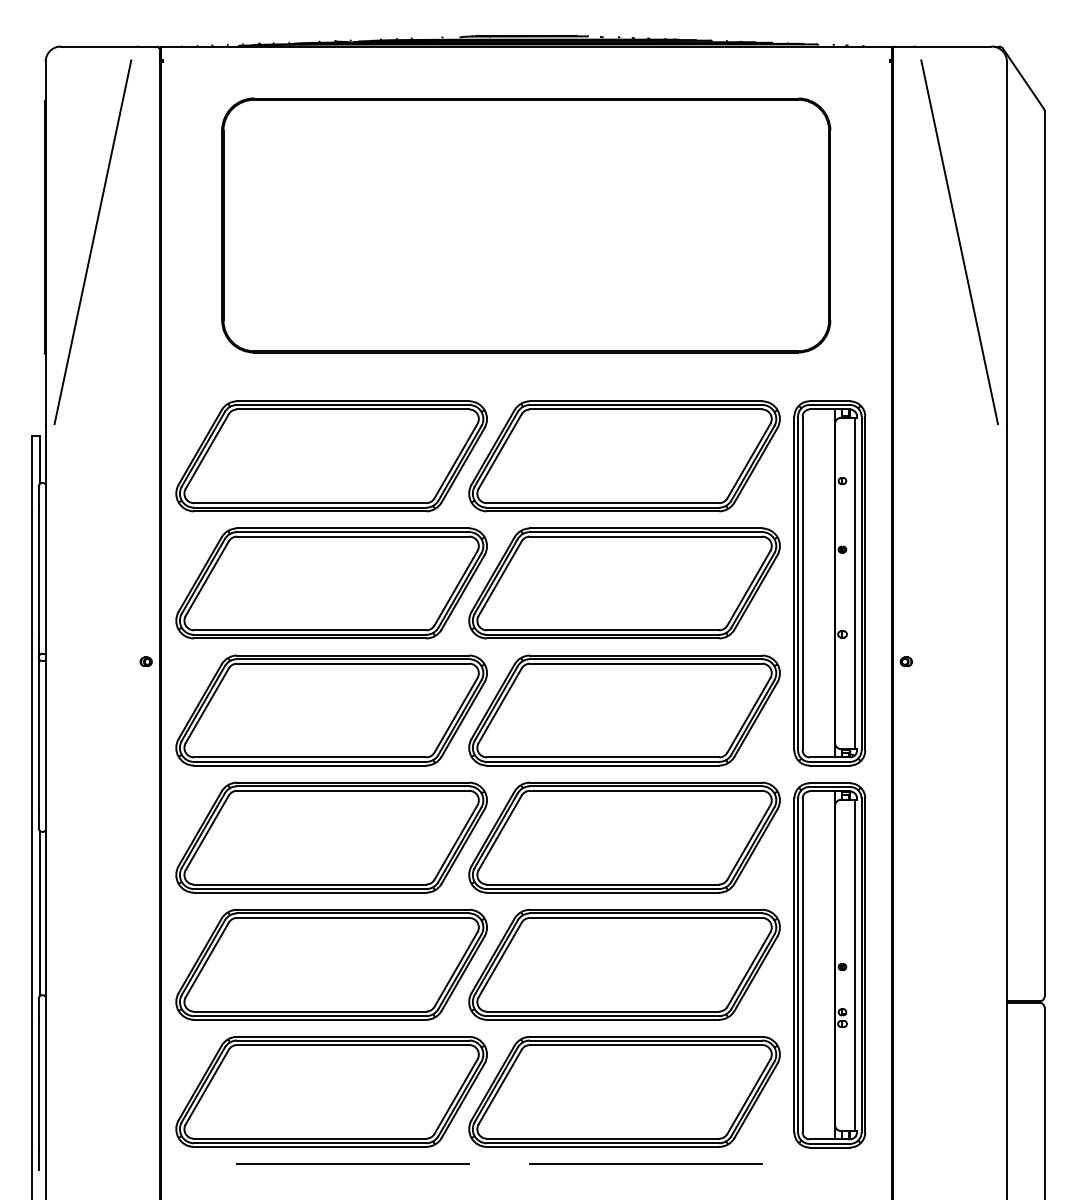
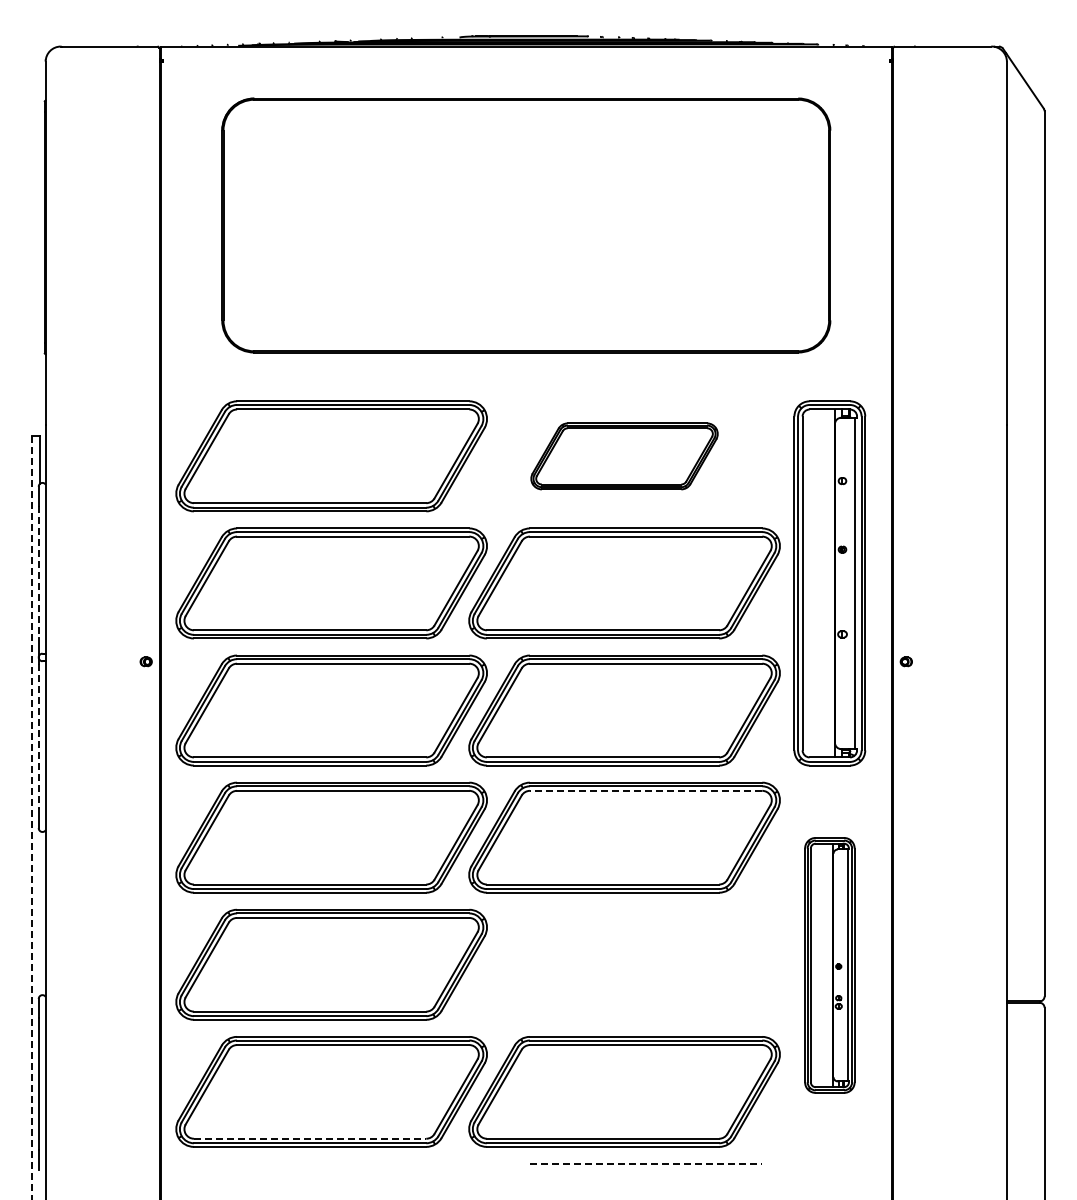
line at (92, 242): present -> none
line at (959, 242): present -> none
part at (624, 456) size: 313x113 px -> 189x69 px
line at (38, 572): solid -> dashed
line at (38, 736): solid -> dashed
line at (645, 790): solid -> dashed
line at (32, 817): solid -> dashed
line at (39, 913): present -> none
part at (624, 964): present -> none
part at (829, 965) size: 74x367 px -> 52x257 px
line at (310, 1138): solid -> dashed
line at (353, 1163): present -> none
line at (646, 1163): solid -> dashed
